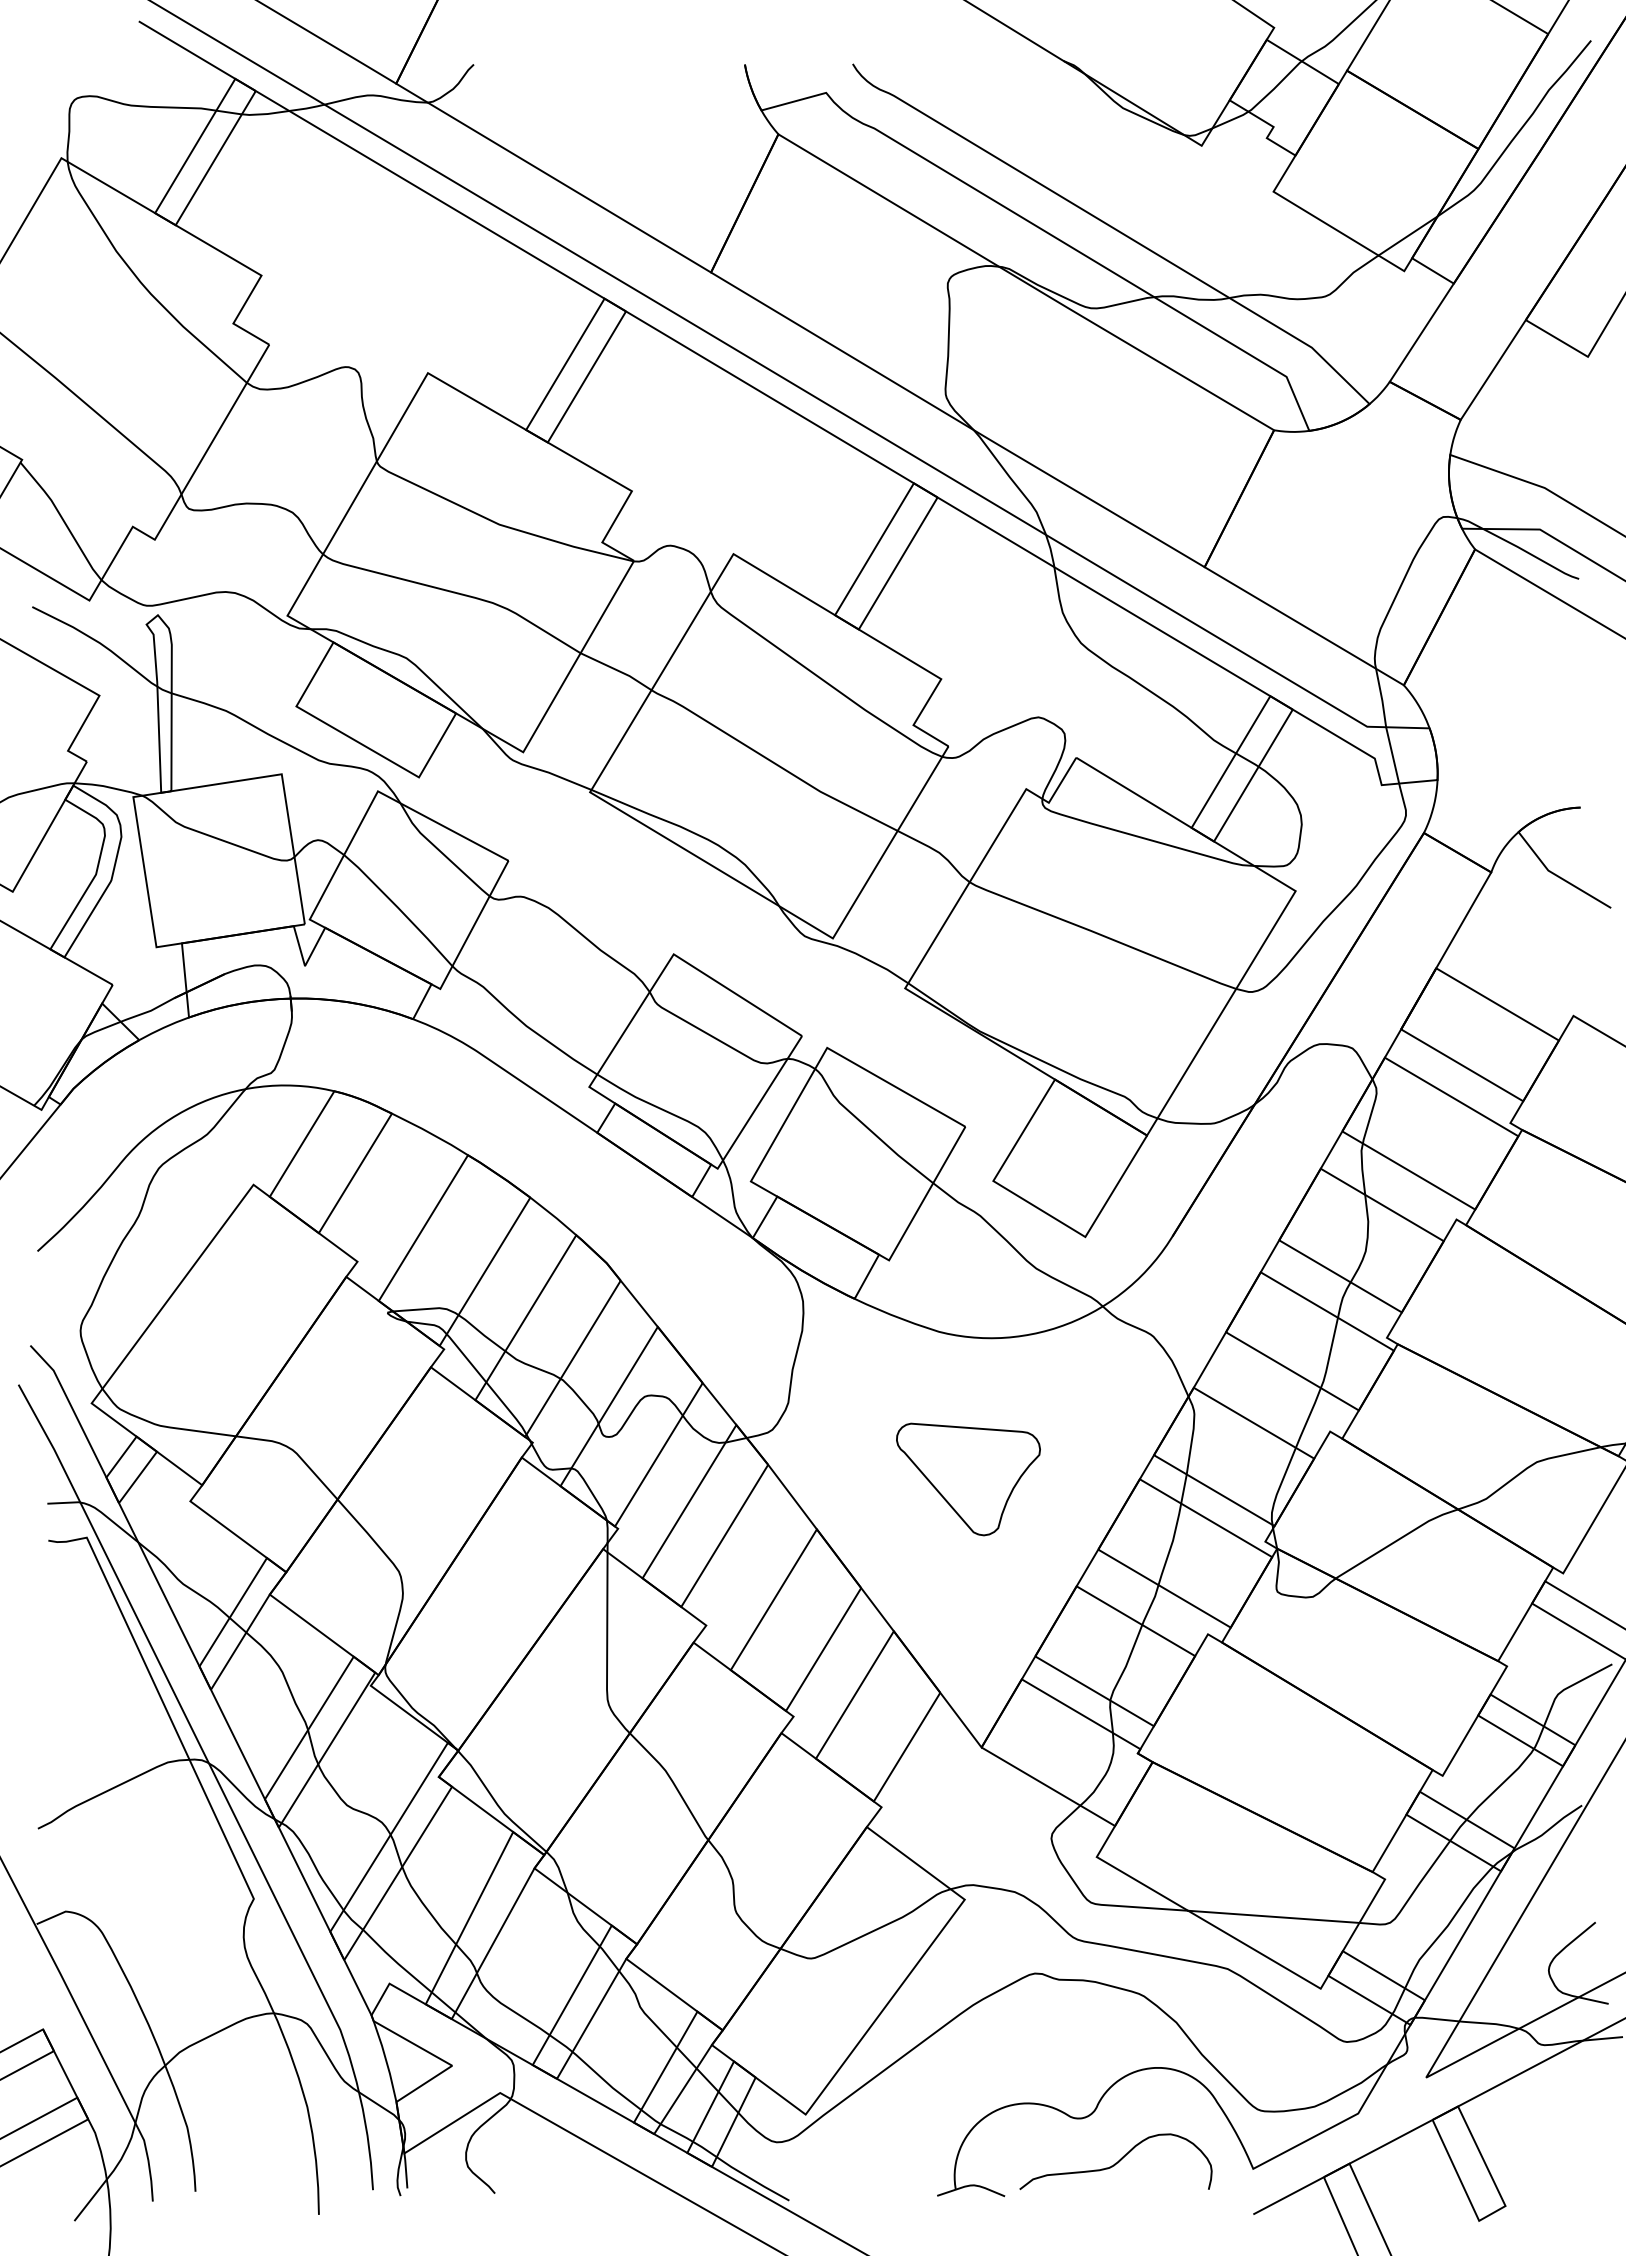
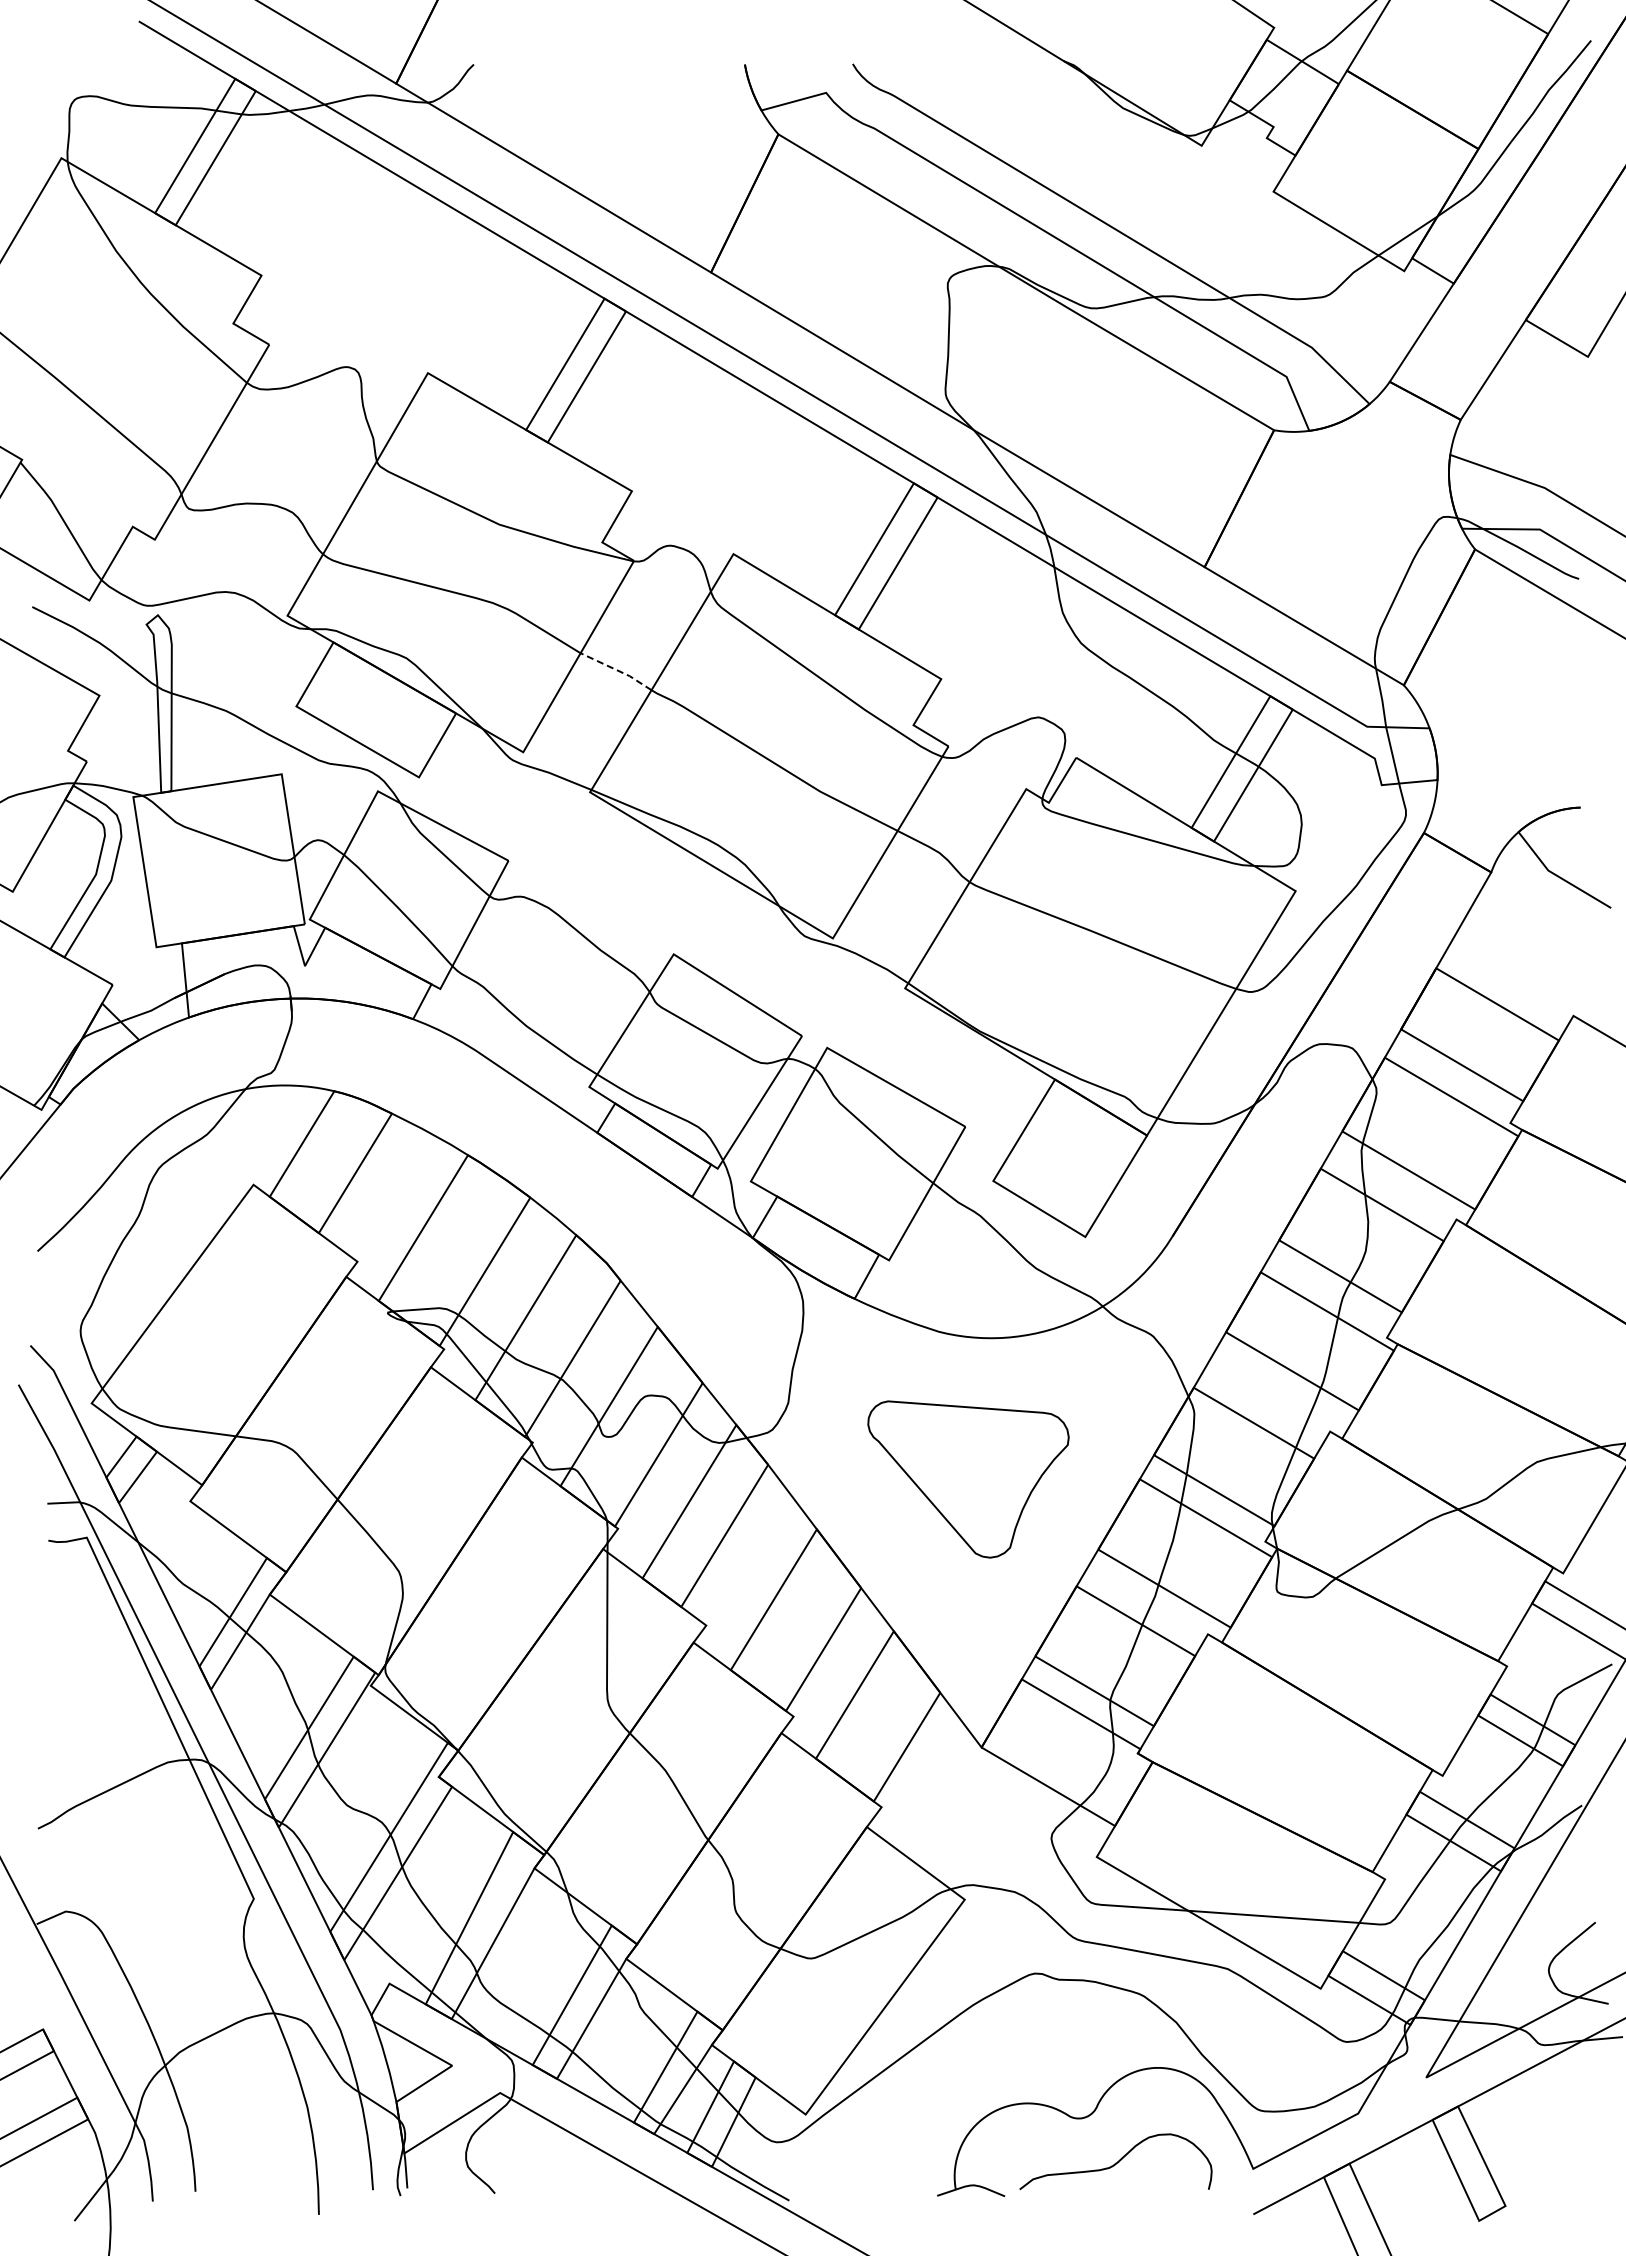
line at (617, 670): solid -> dashed
part at (968, 1479) size: 145x115 px -> 203x159 px
